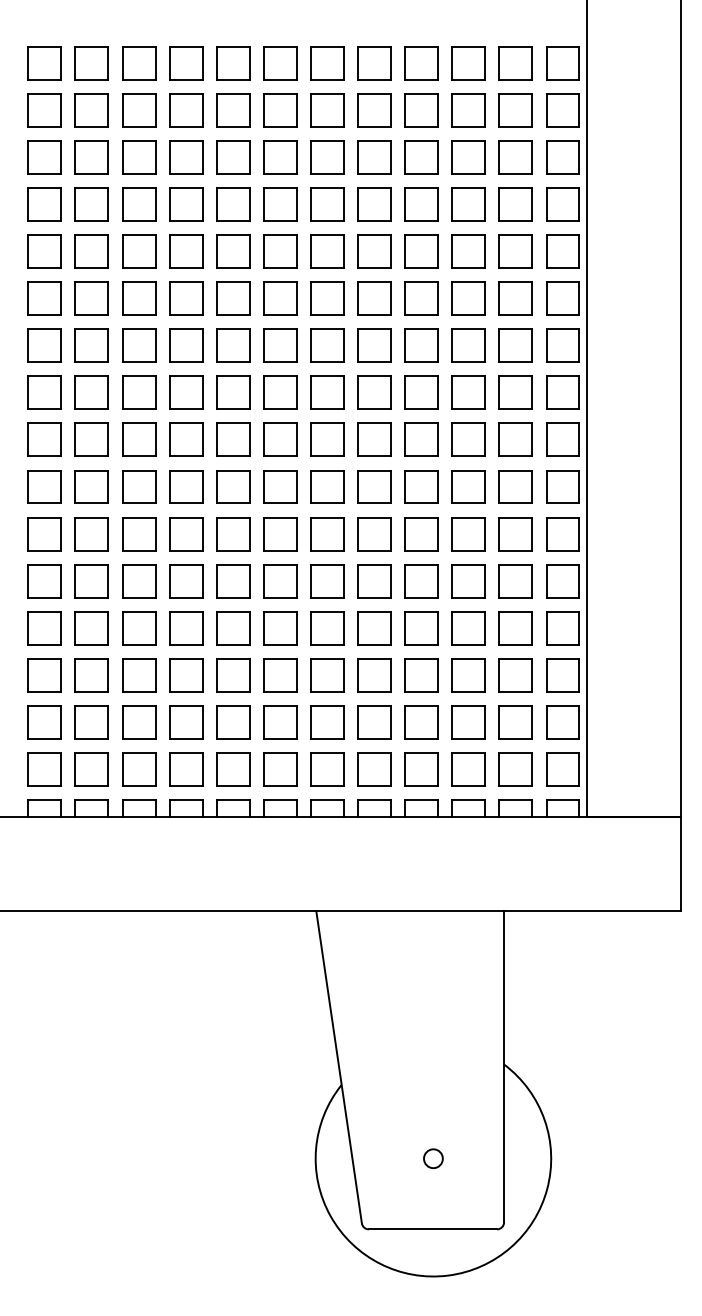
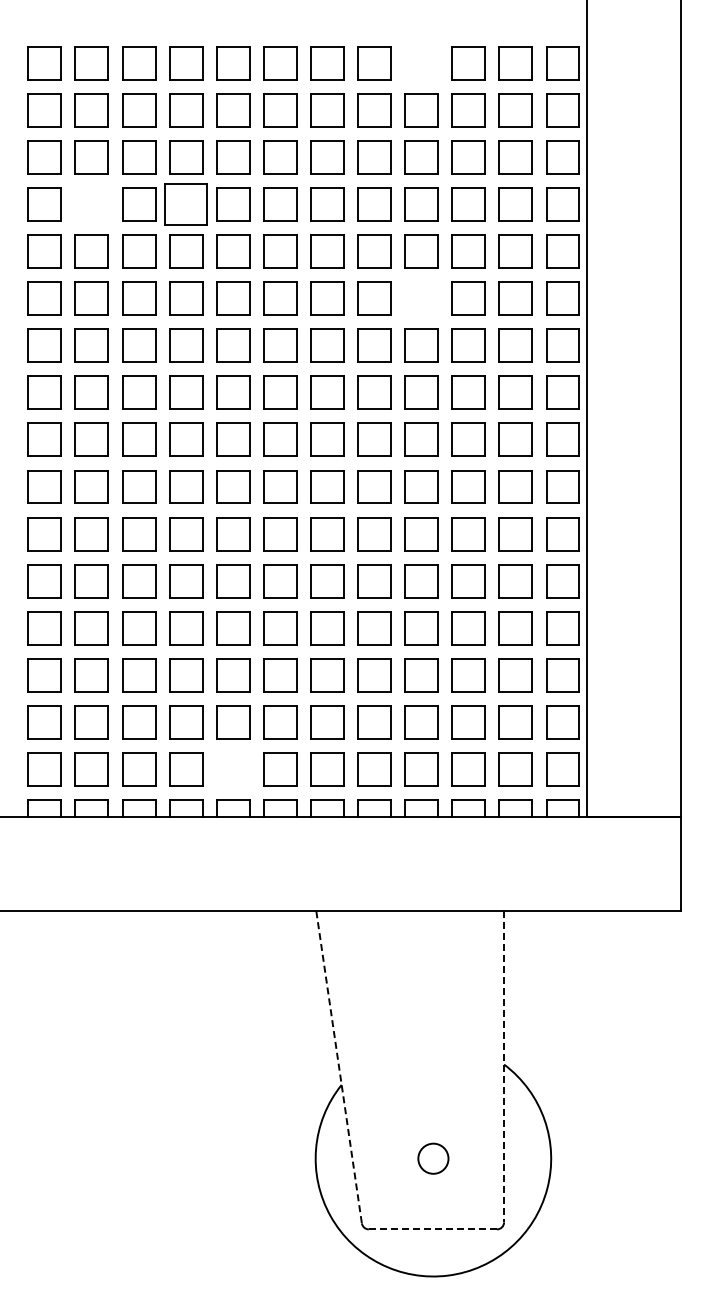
part at (421, 63): present -> none
part at (91, 204): present -> none
part at (186, 204) size: 35x35 px -> 44x43 px
part at (421, 298): present -> none
part at (233, 769): present -> none
line at (504, 1066): solid -> dashed
line at (339, 1067): solid -> dashed
circle at (433, 1158) diameter: 19 px -> 30 px
line at (433, 1229): solid -> dashed
